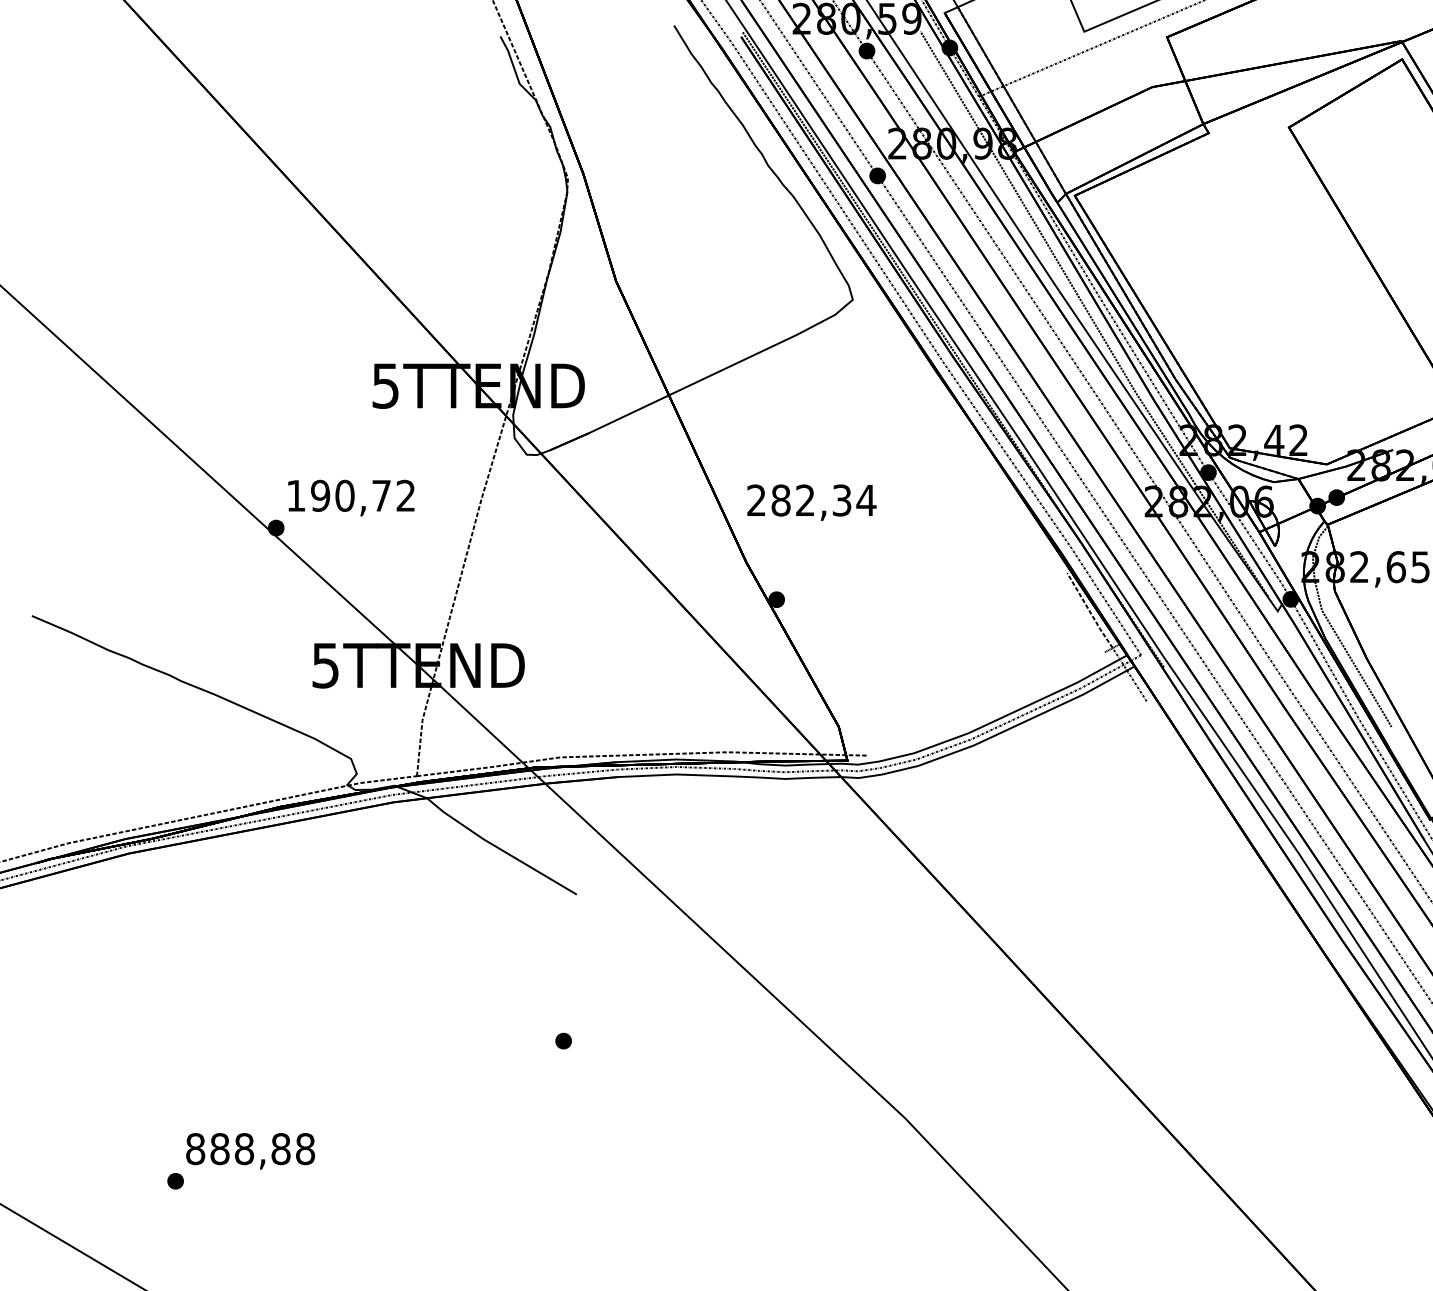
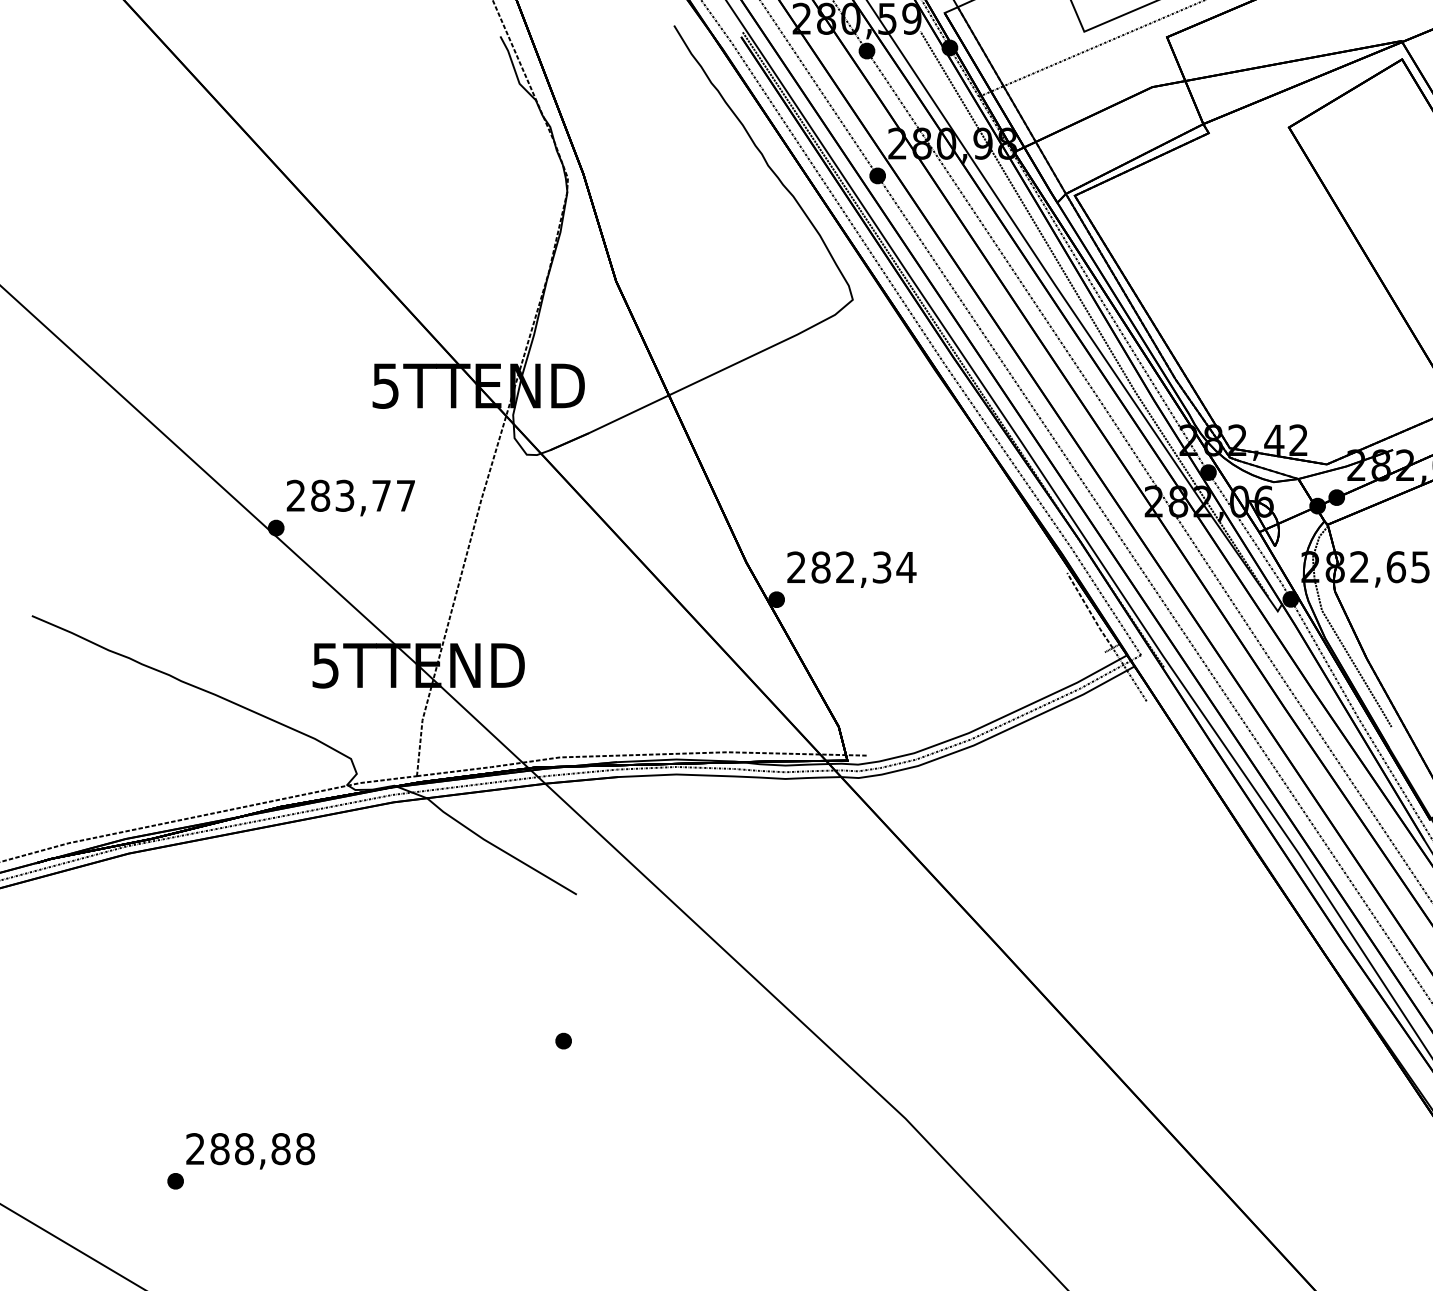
text at (350, 495): 190,72 -> 283,77
text at (811, 502) position: (811, 502) -> (851, 569)
text at (195, 1149): 888,88 -> 288,88
